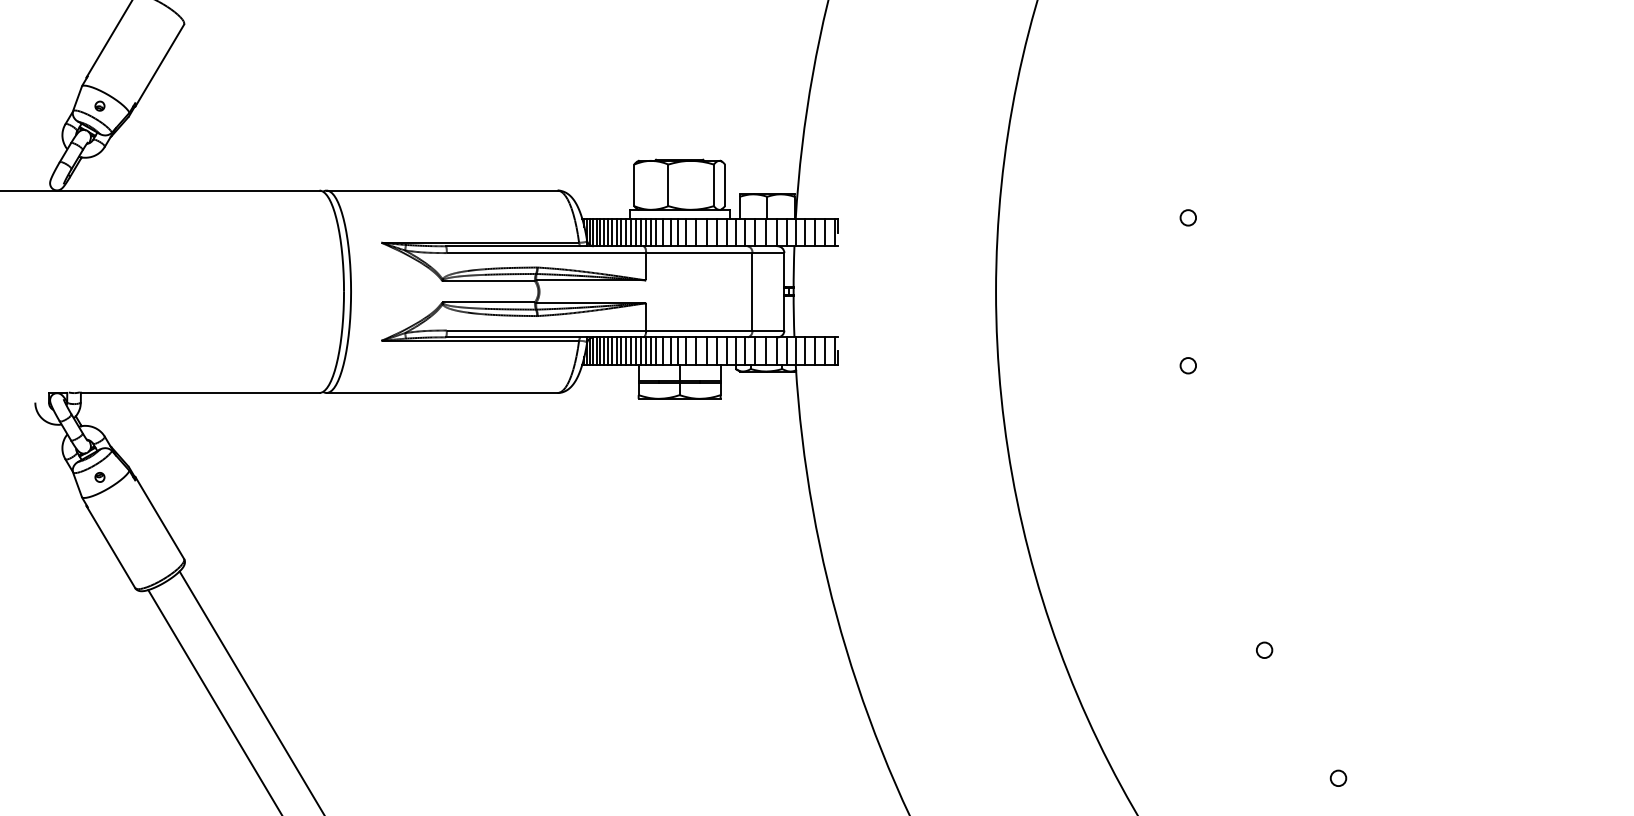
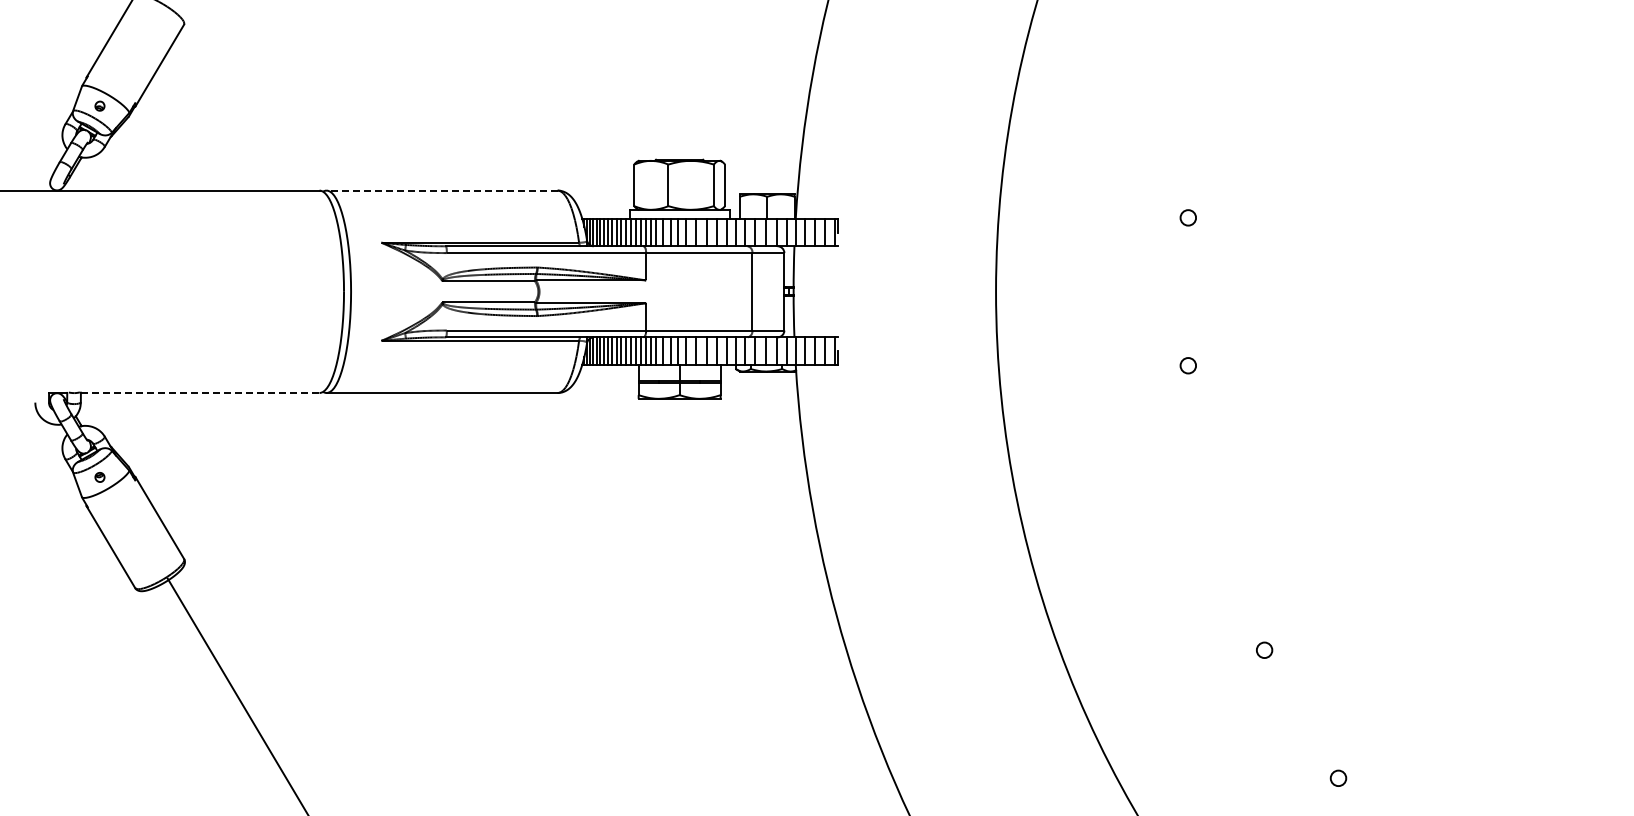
line at (442, 190): solid -> dashed
line at (200, 393): solid -> dashed
line at (250, 691) position: (250, 691) -> (236, 695)
line at (214, 701): present -> none
